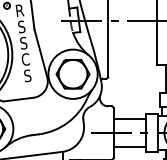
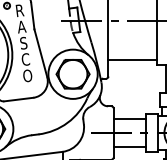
text at (22, 26): S -> A
line at (132, 60): none -> present
text at (27, 75): S -> O
